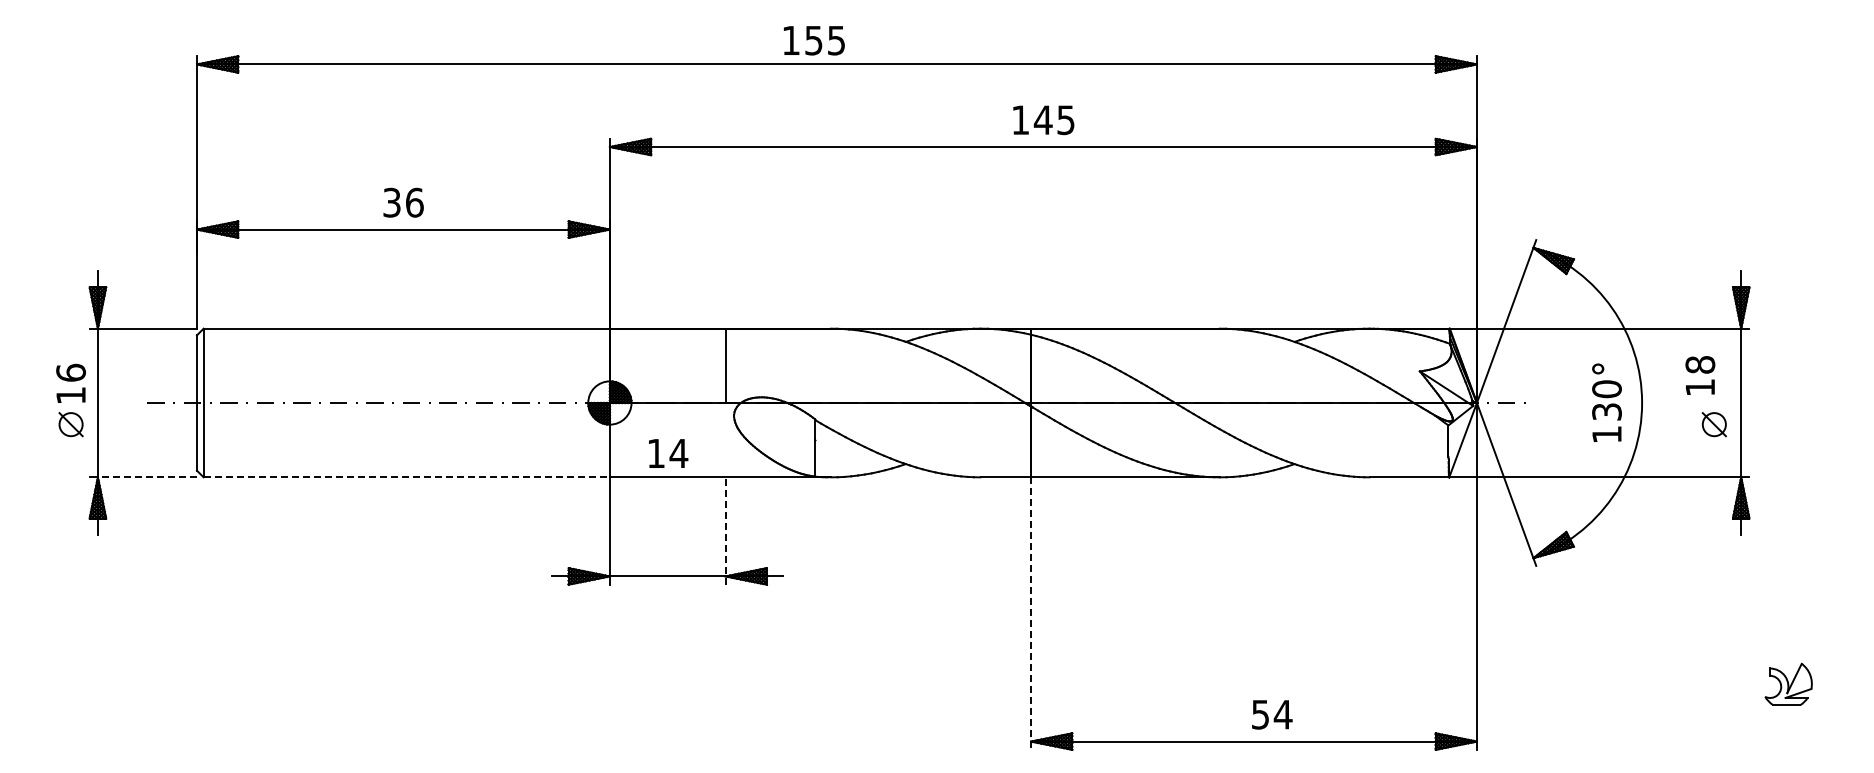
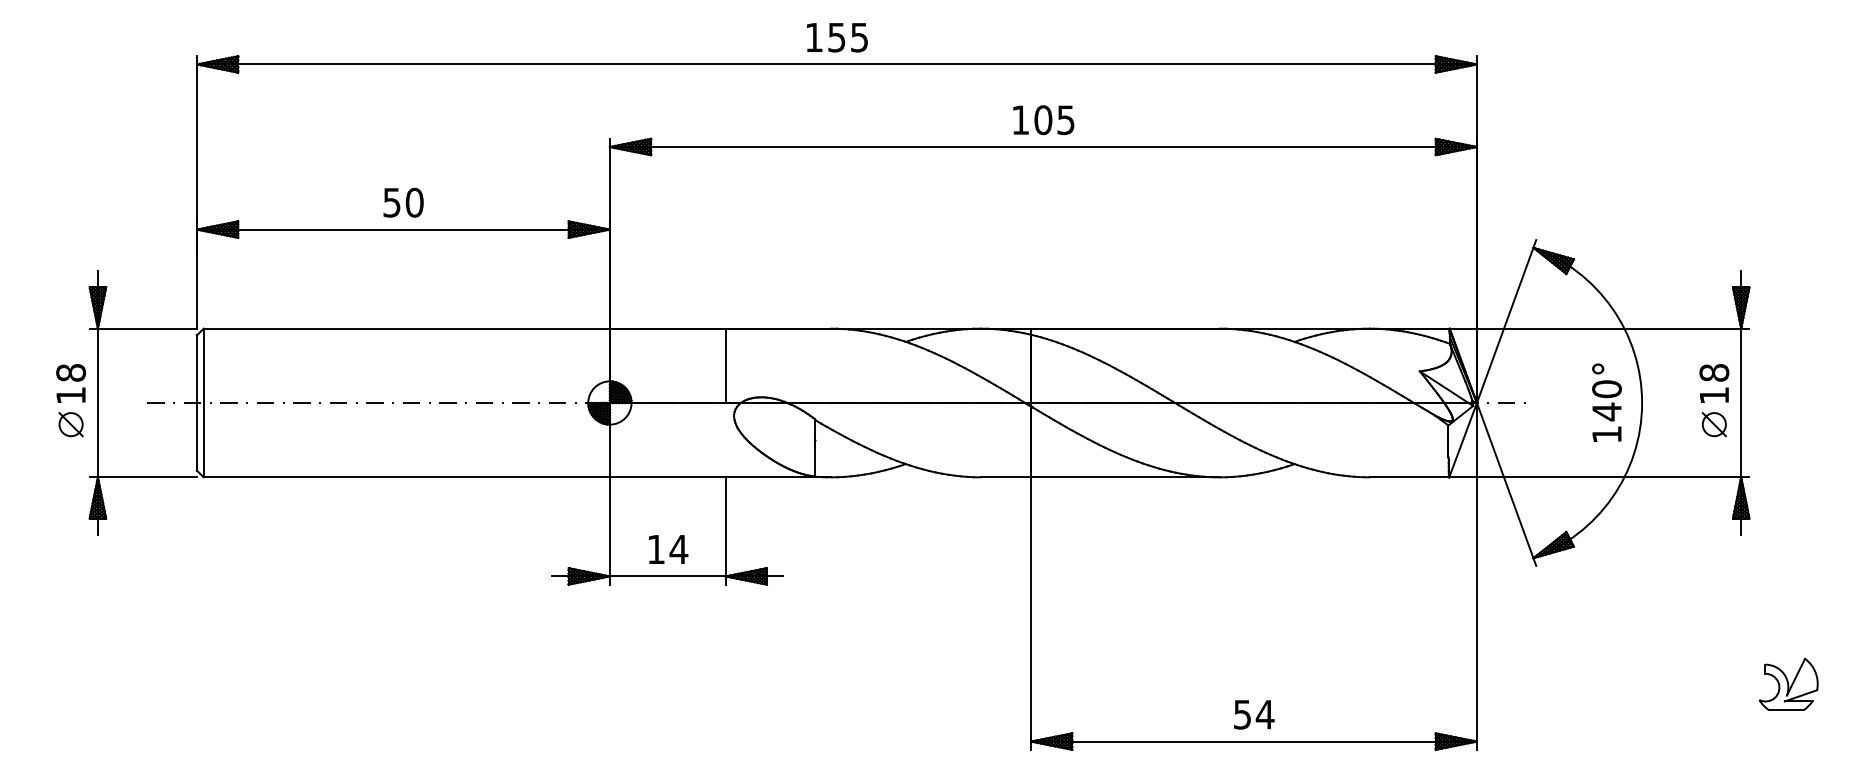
text at (814, 40) position: (814, 40) -> (837, 37)
text at (1042, 120): 145 -> 105
text at (403, 202): 36 -> 50
text at (70, 372): 16 -> 18
text at (1700, 375) position: (1700, 375) -> (1714, 383)
text at (1606, 411): 130° -> 140°
text at (668, 453) position: (668, 453) -> (668, 549)
line at (147, 477): dashed -> solid
line at (407, 477): dashed -> solid
line at (725, 531): dashed -> solid
line at (1031, 614): dashed -> solid
part at (1788, 683) size: 49x44 px -> 61x54 px
text at (1272, 714) position: (1272, 714) -> (1254, 714)
